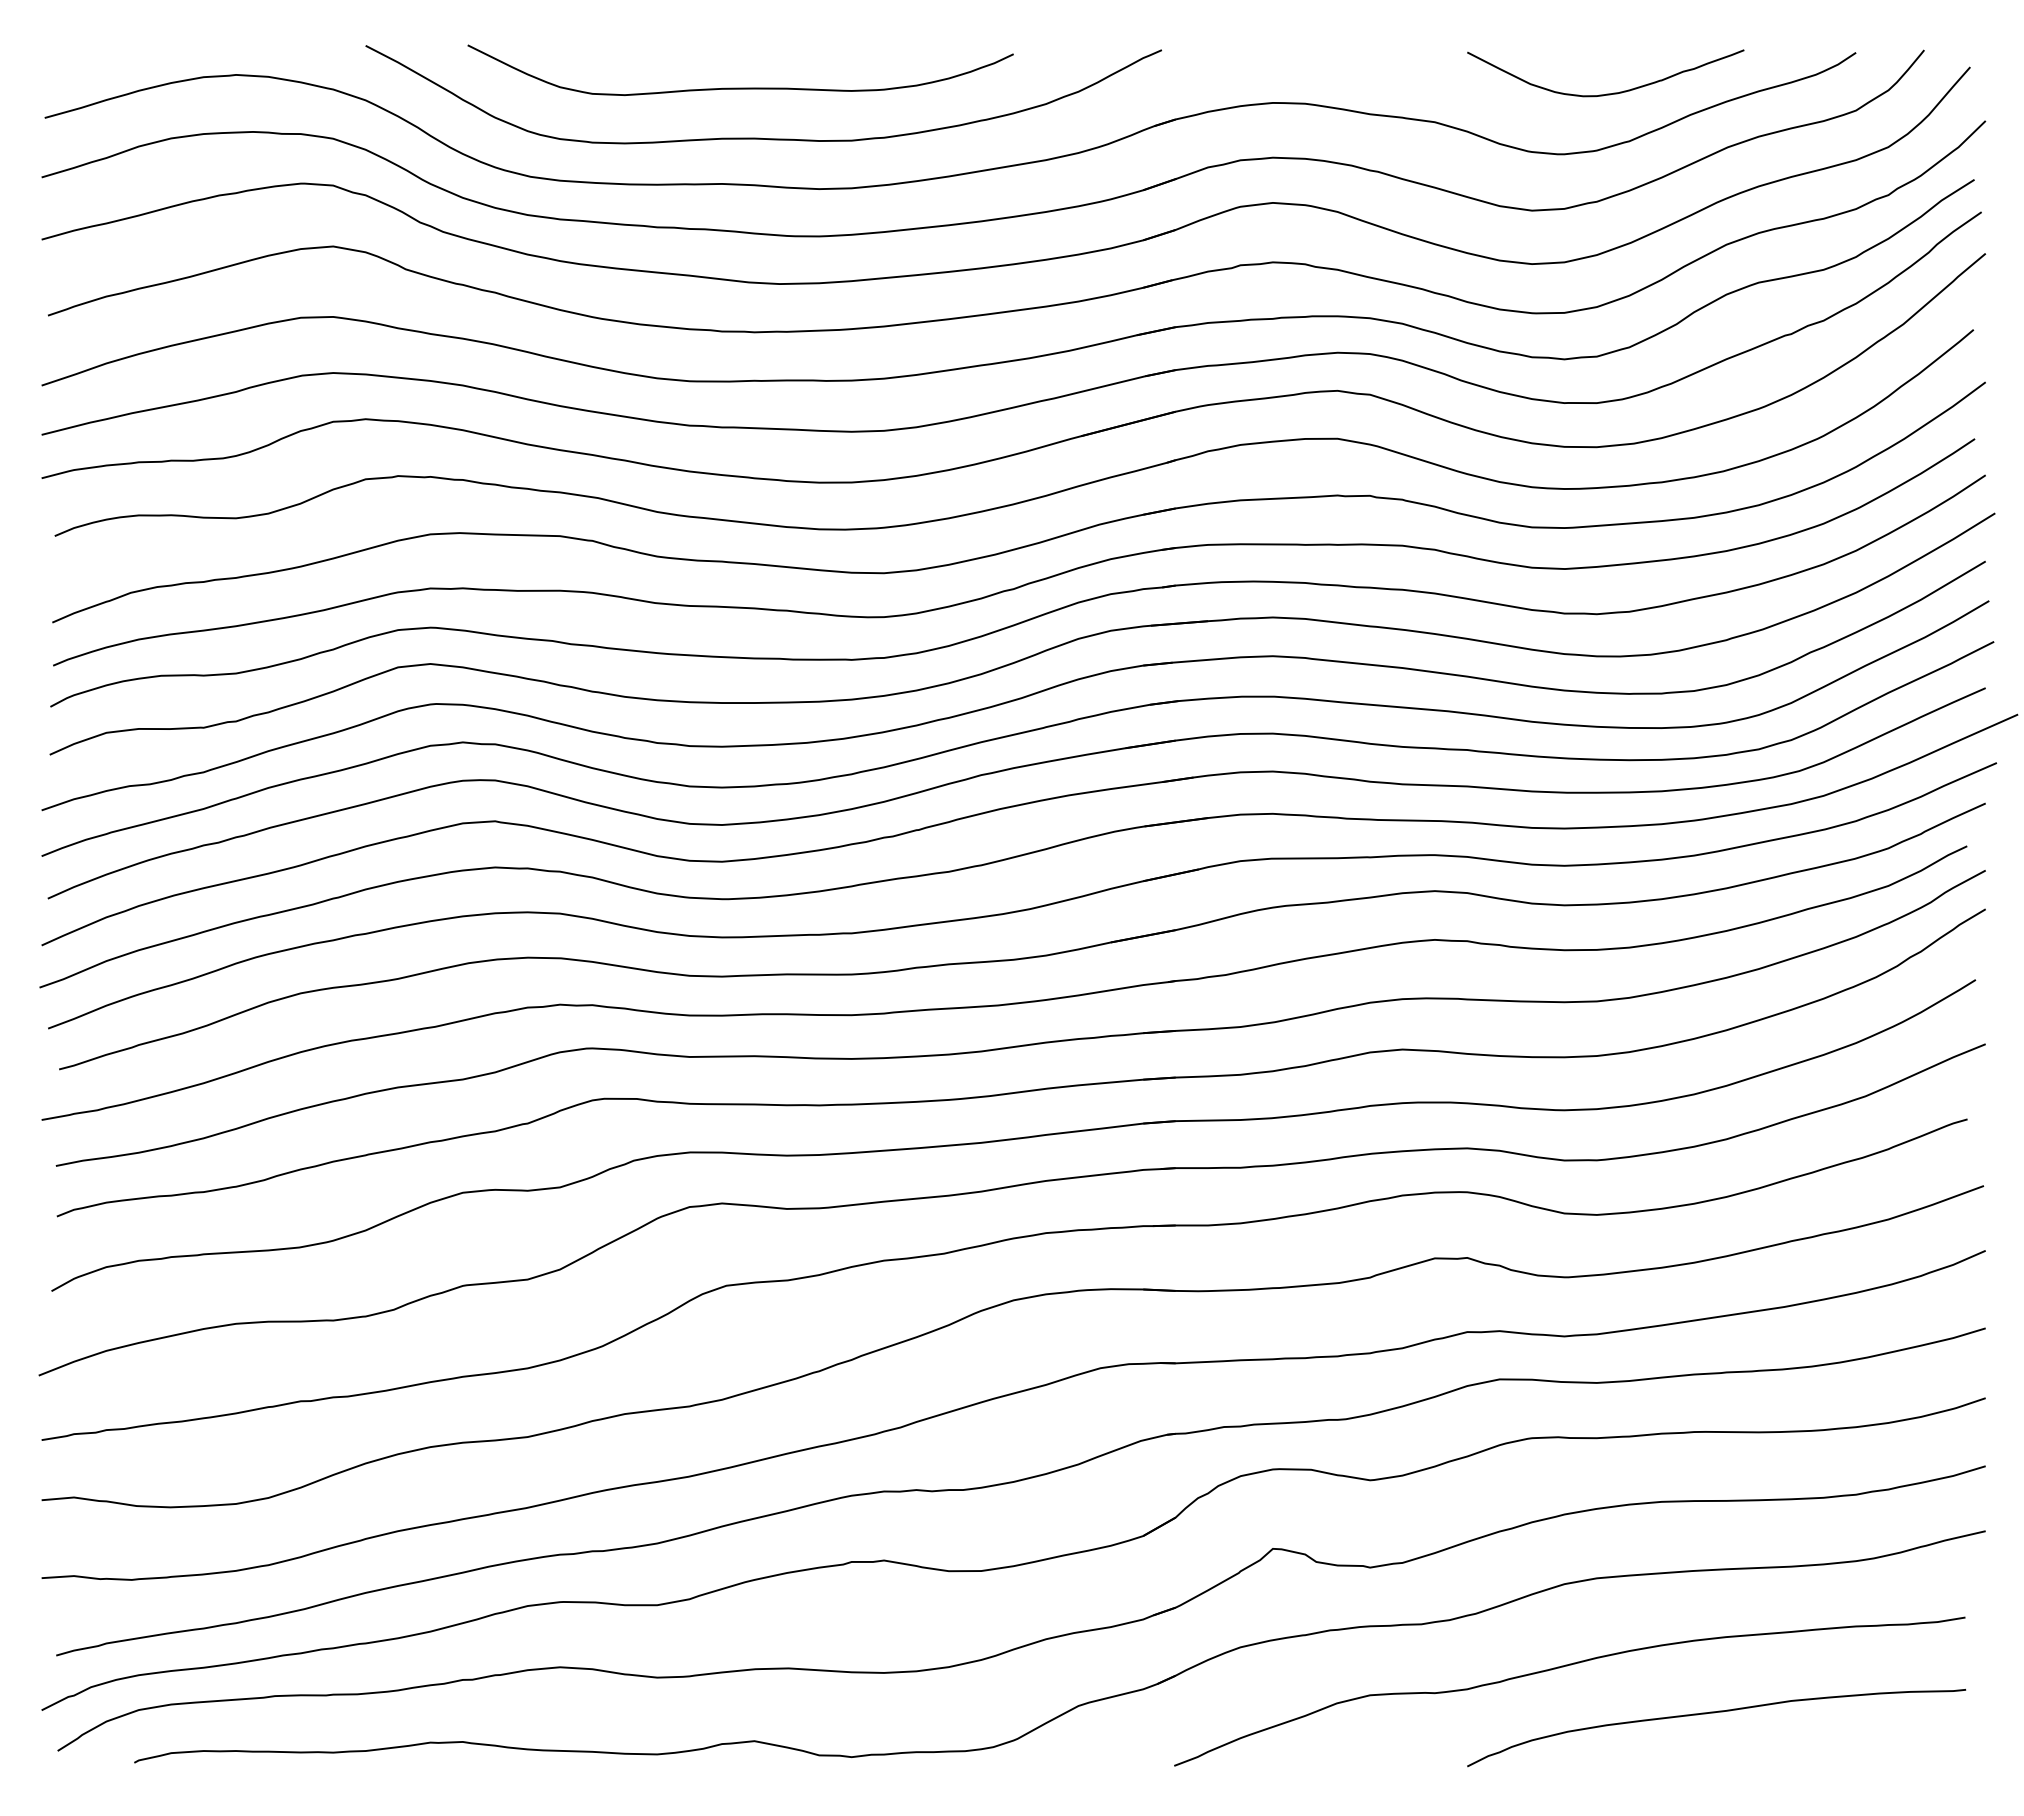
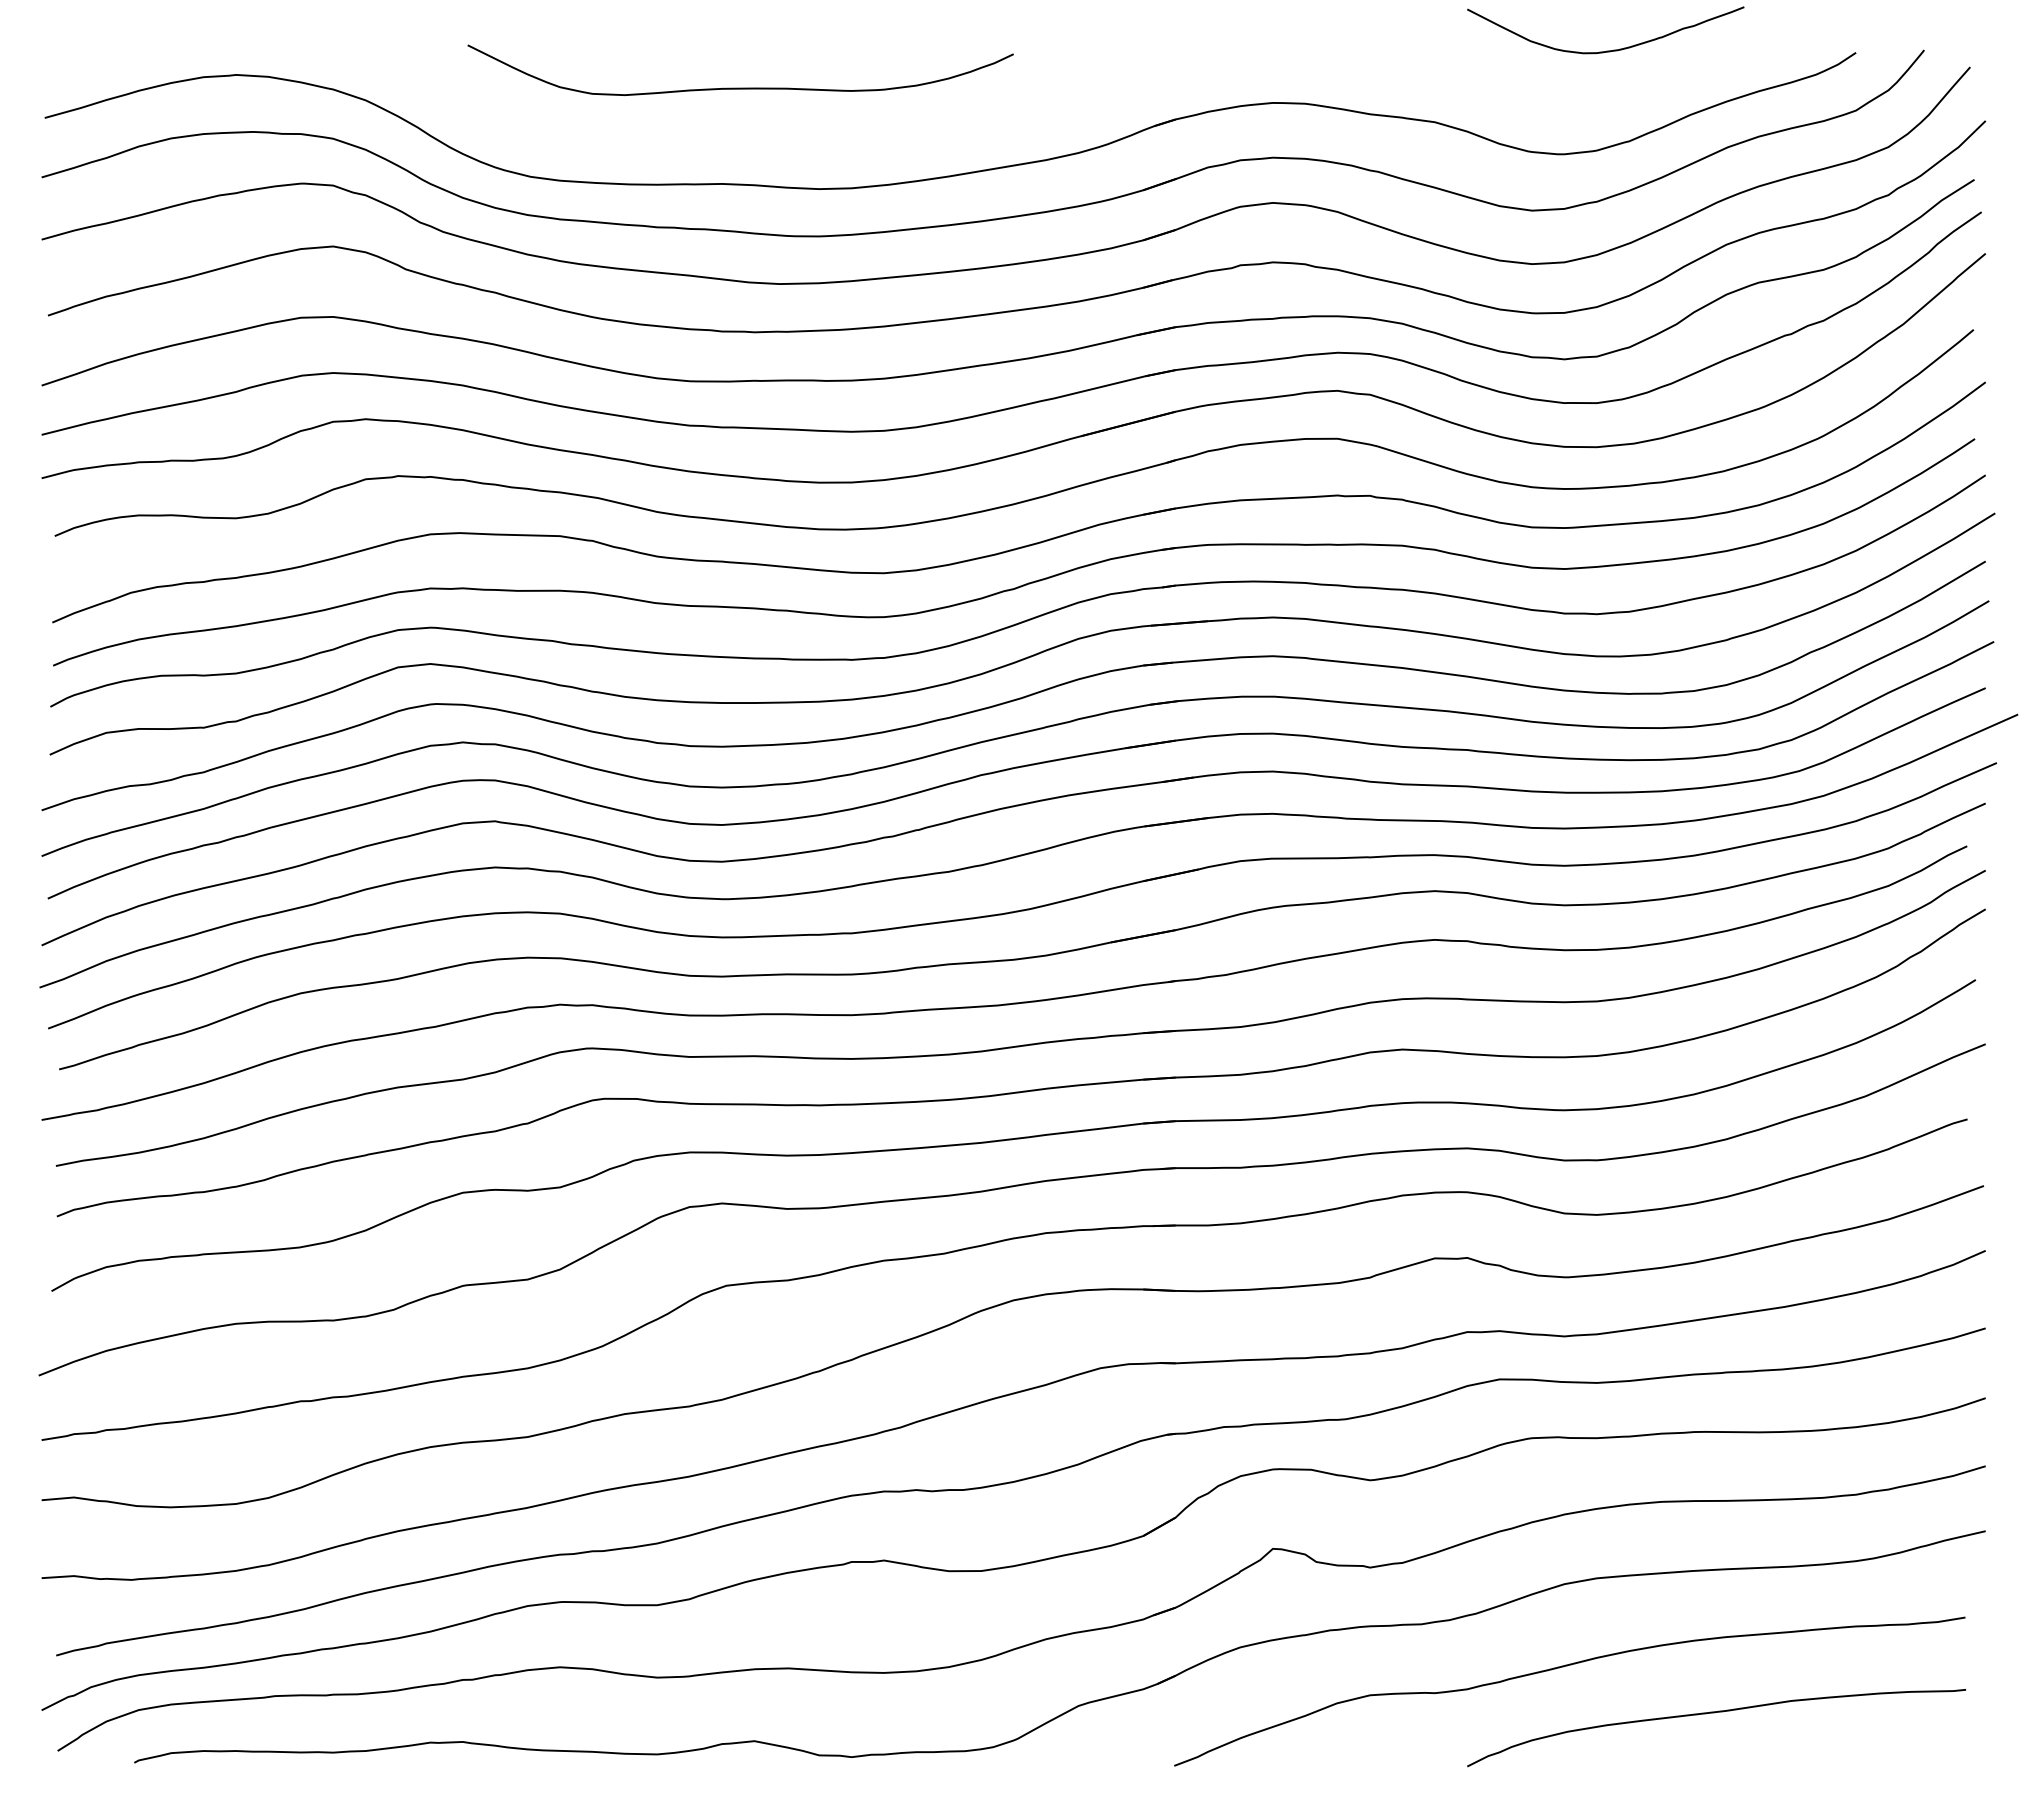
curve at (1606, 93) position: (1606, 93) -> (1606, 50)
curve at (760, 137): present -> none
